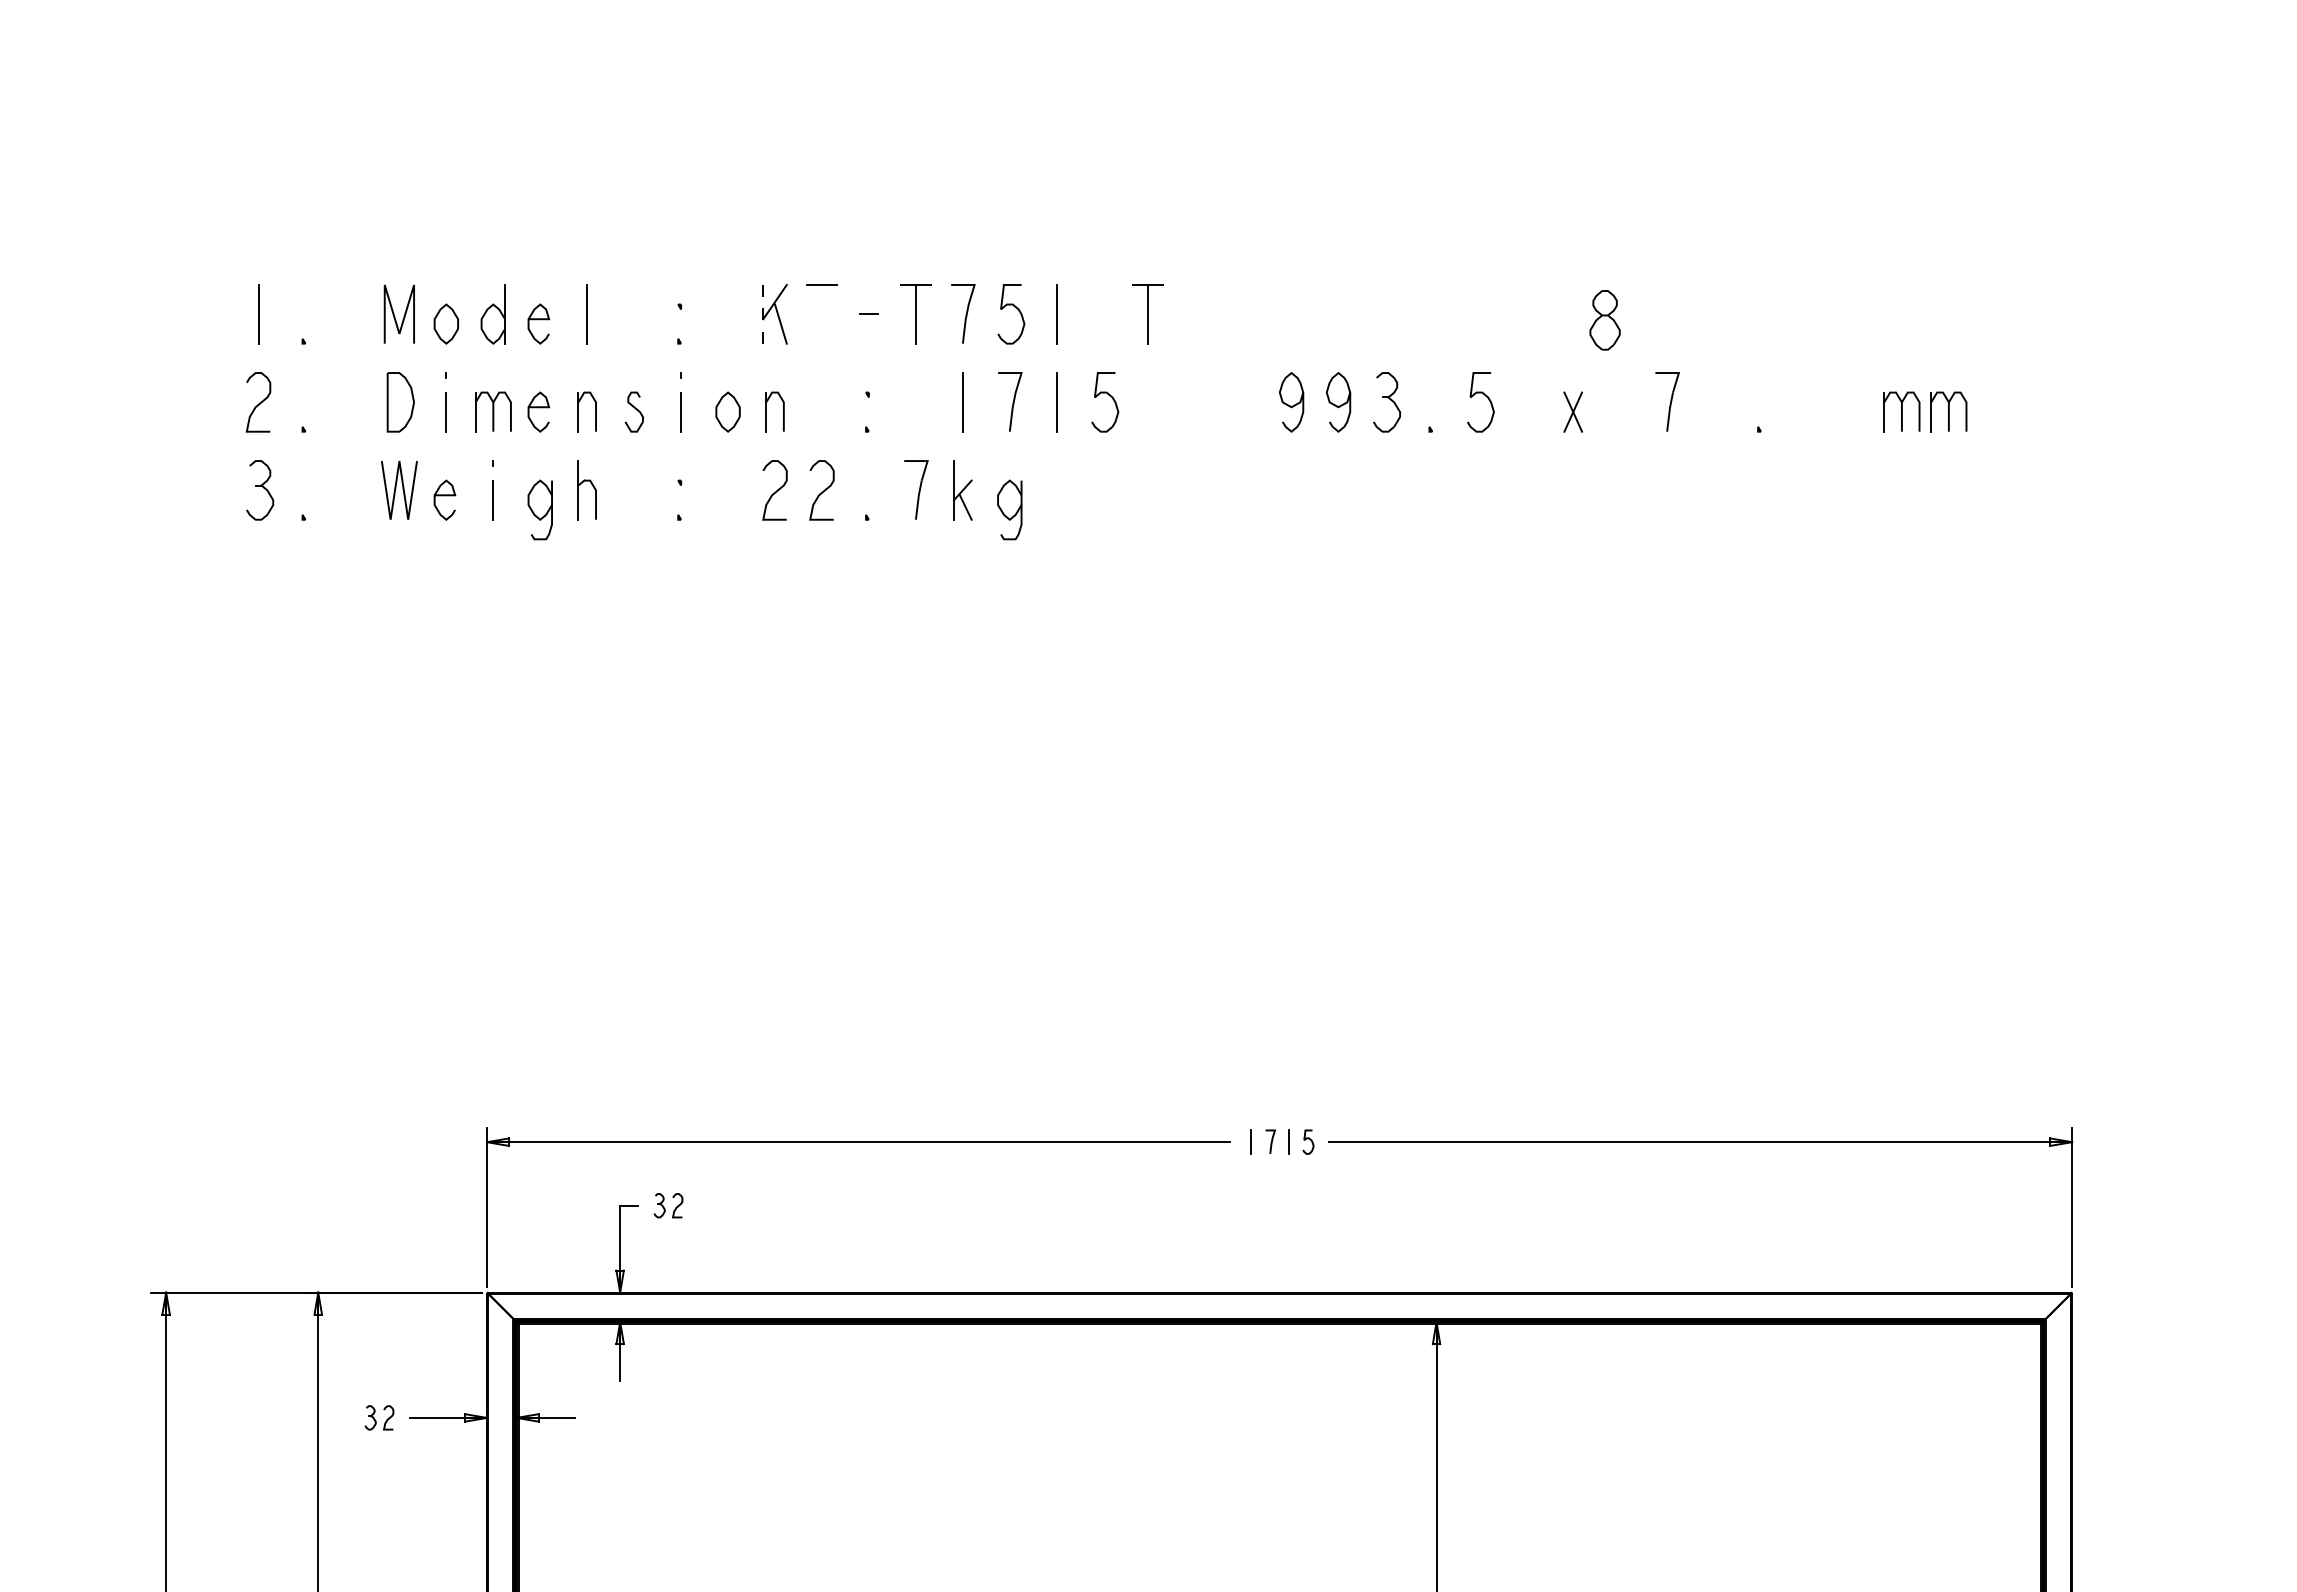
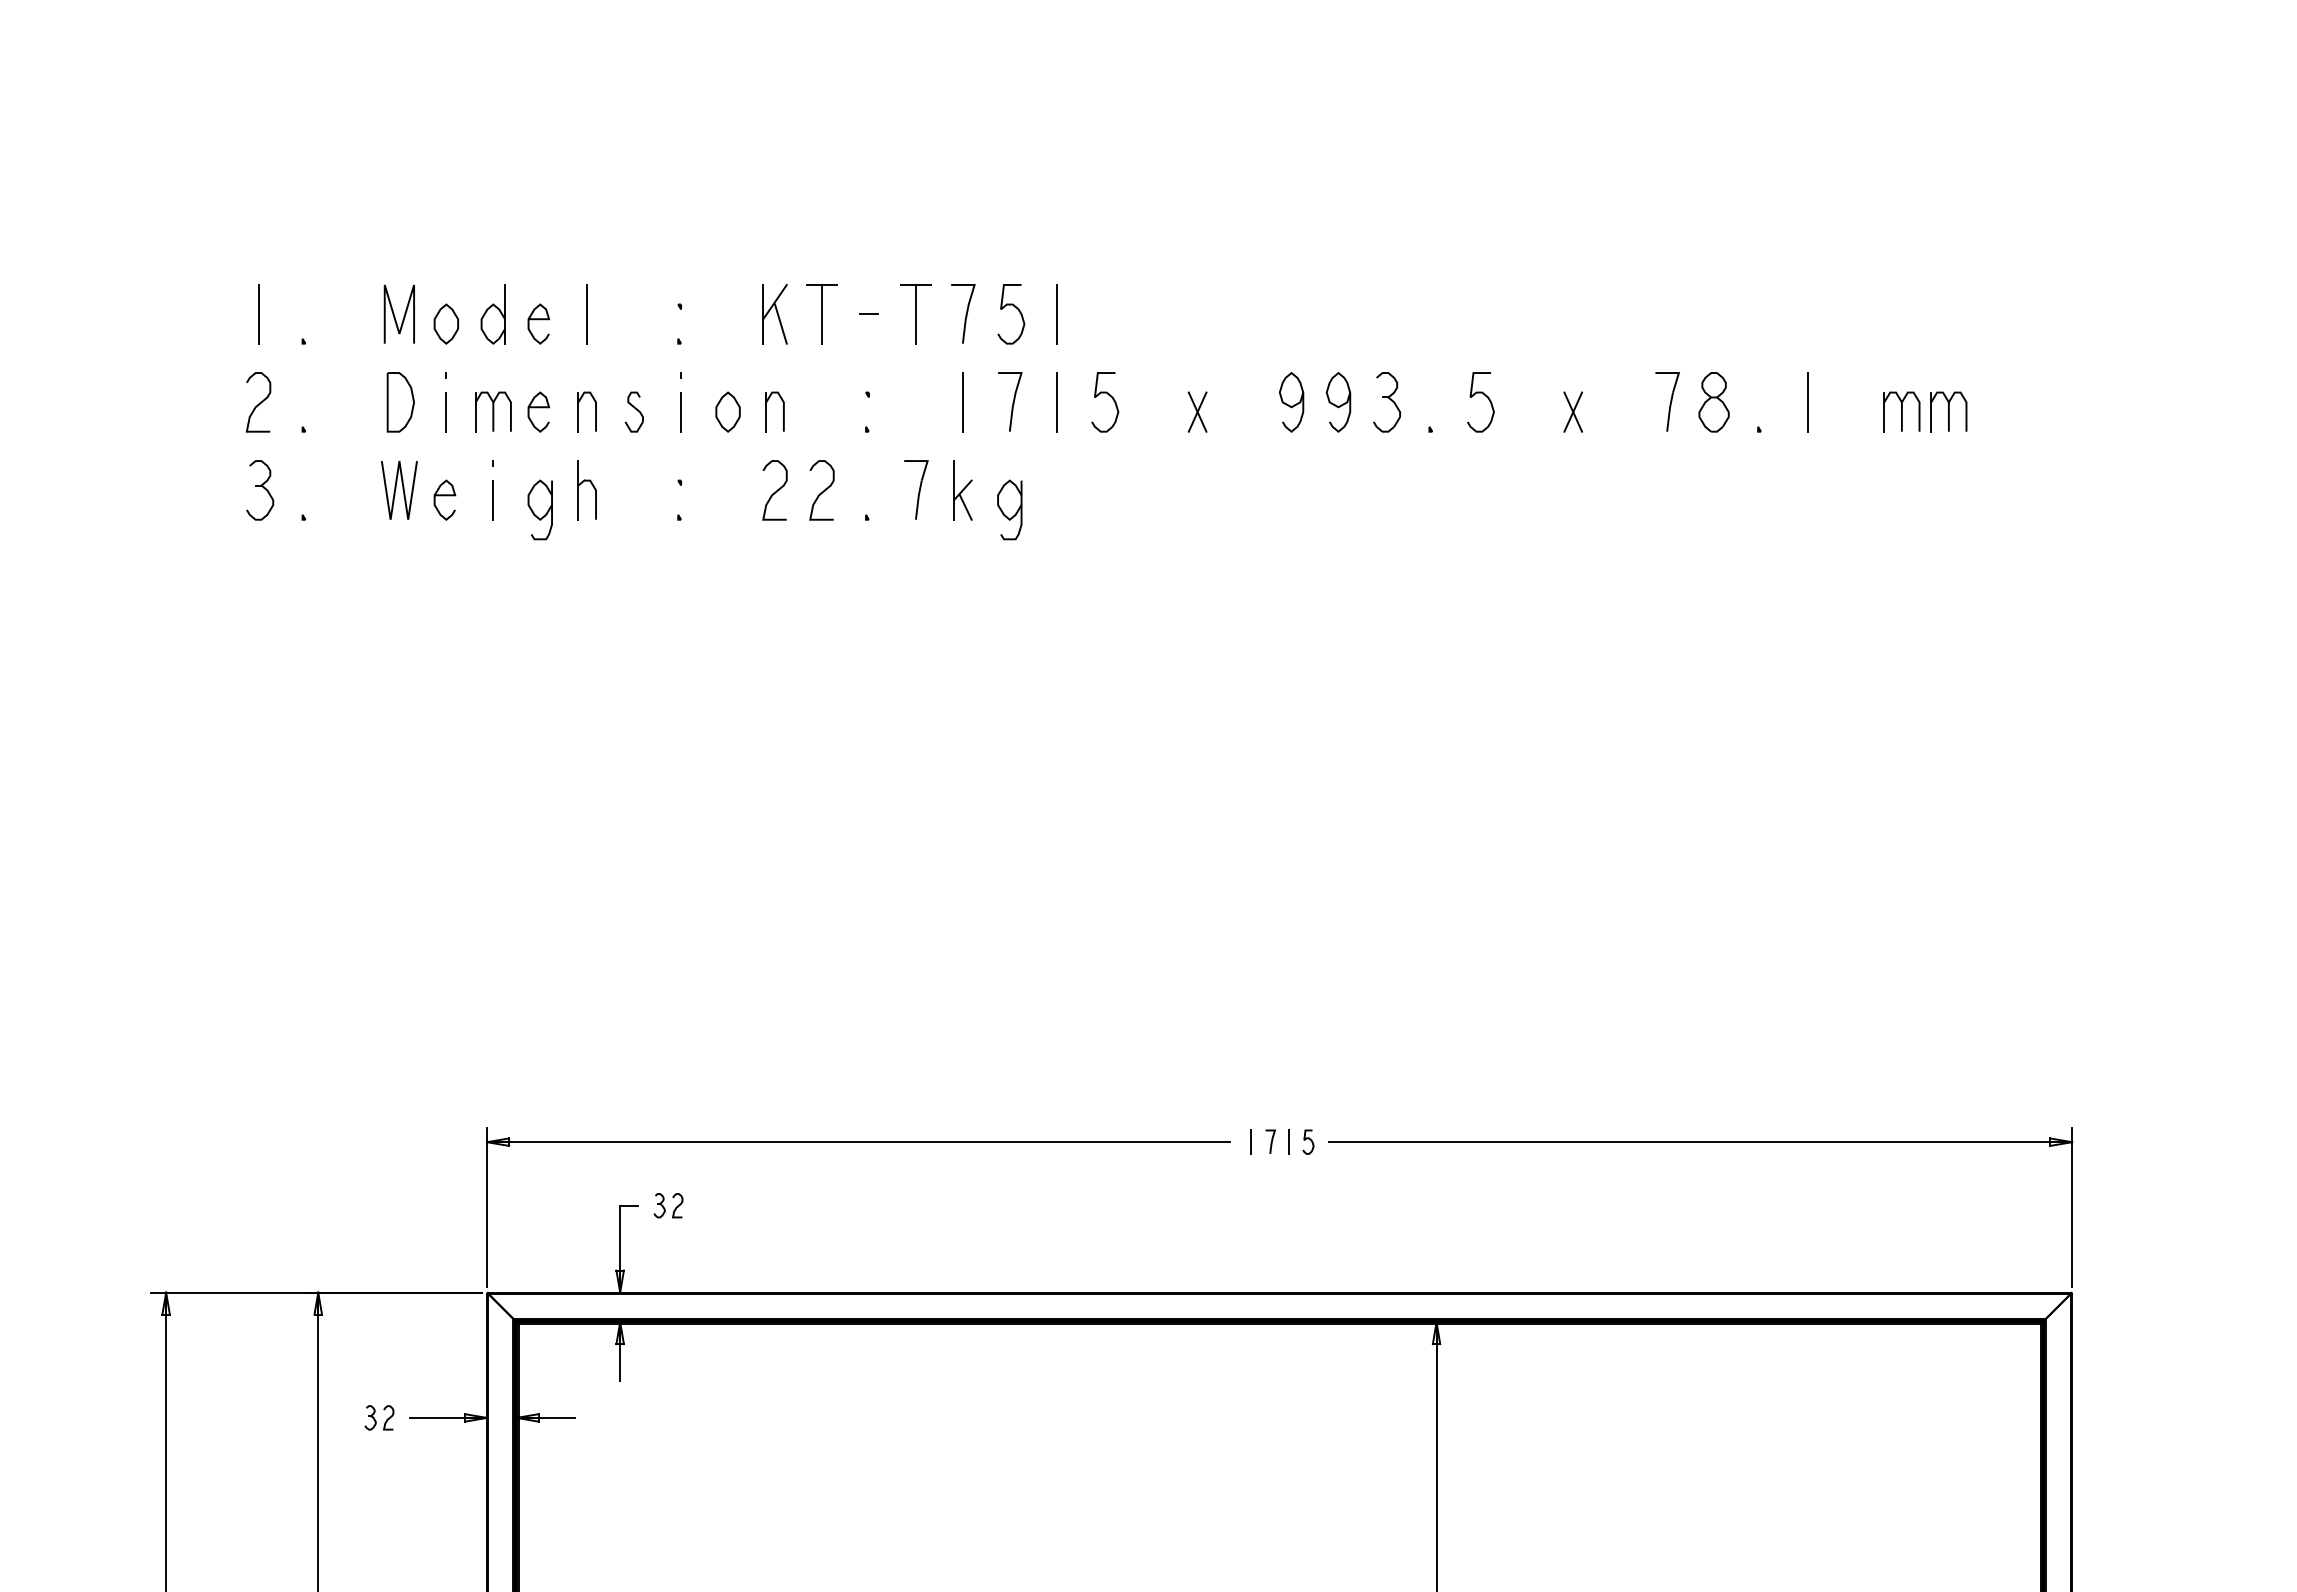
line at (822, 313): none -> present
line at (763, 314): dashed -> solid
part at (1147, 314): present -> none
part at (1604, 320) position: (1604, 320) -> (1713, 402)
line at (1808, 402): none -> present
part at (1197, 411): none -> present
